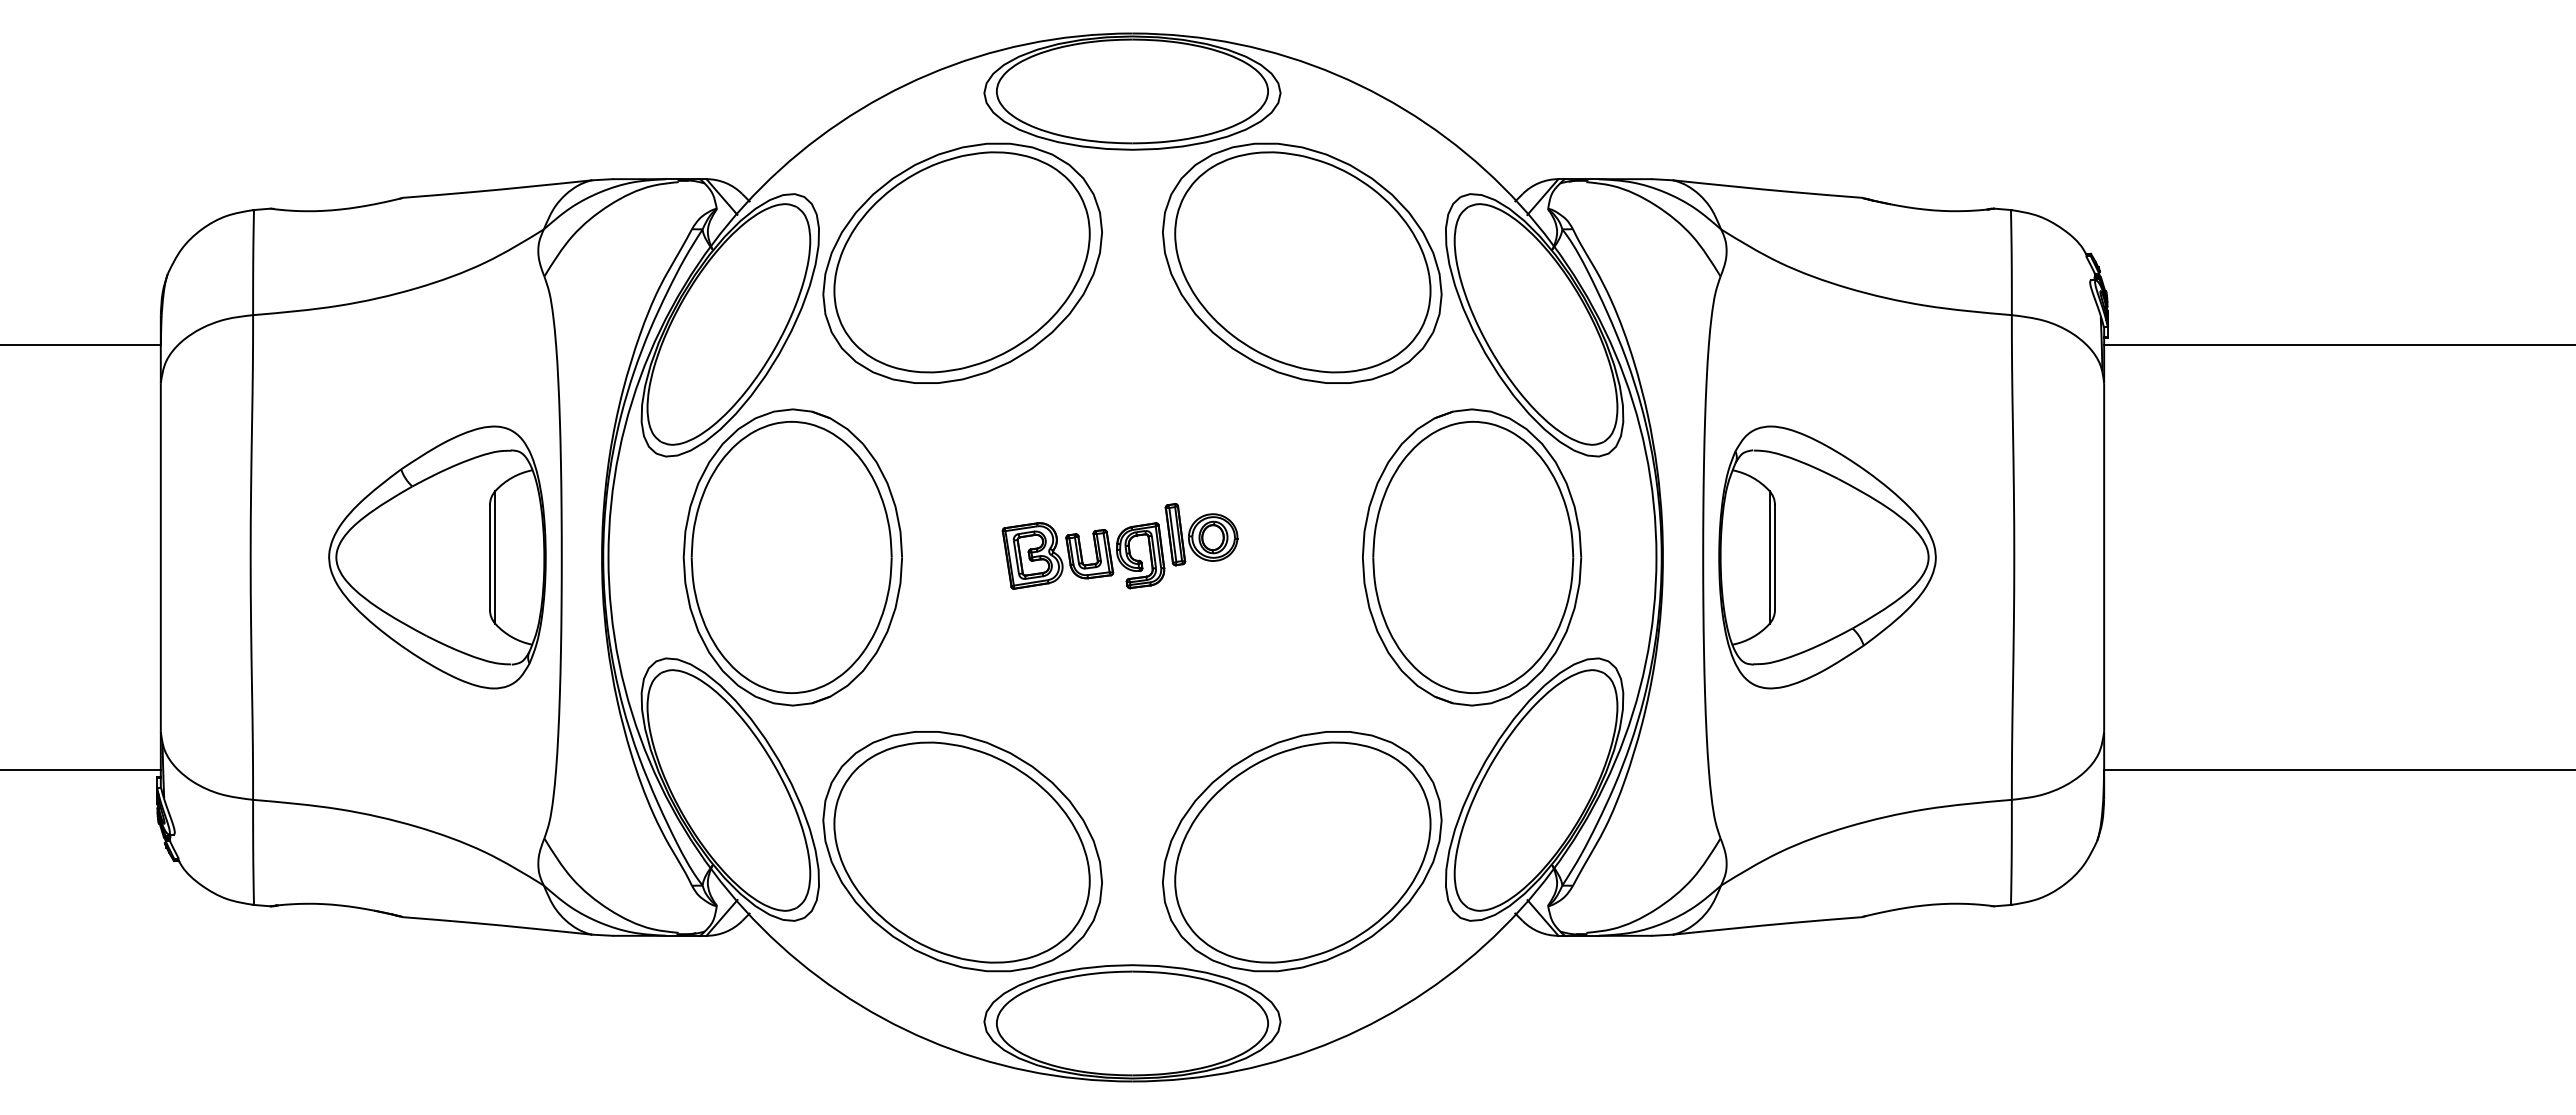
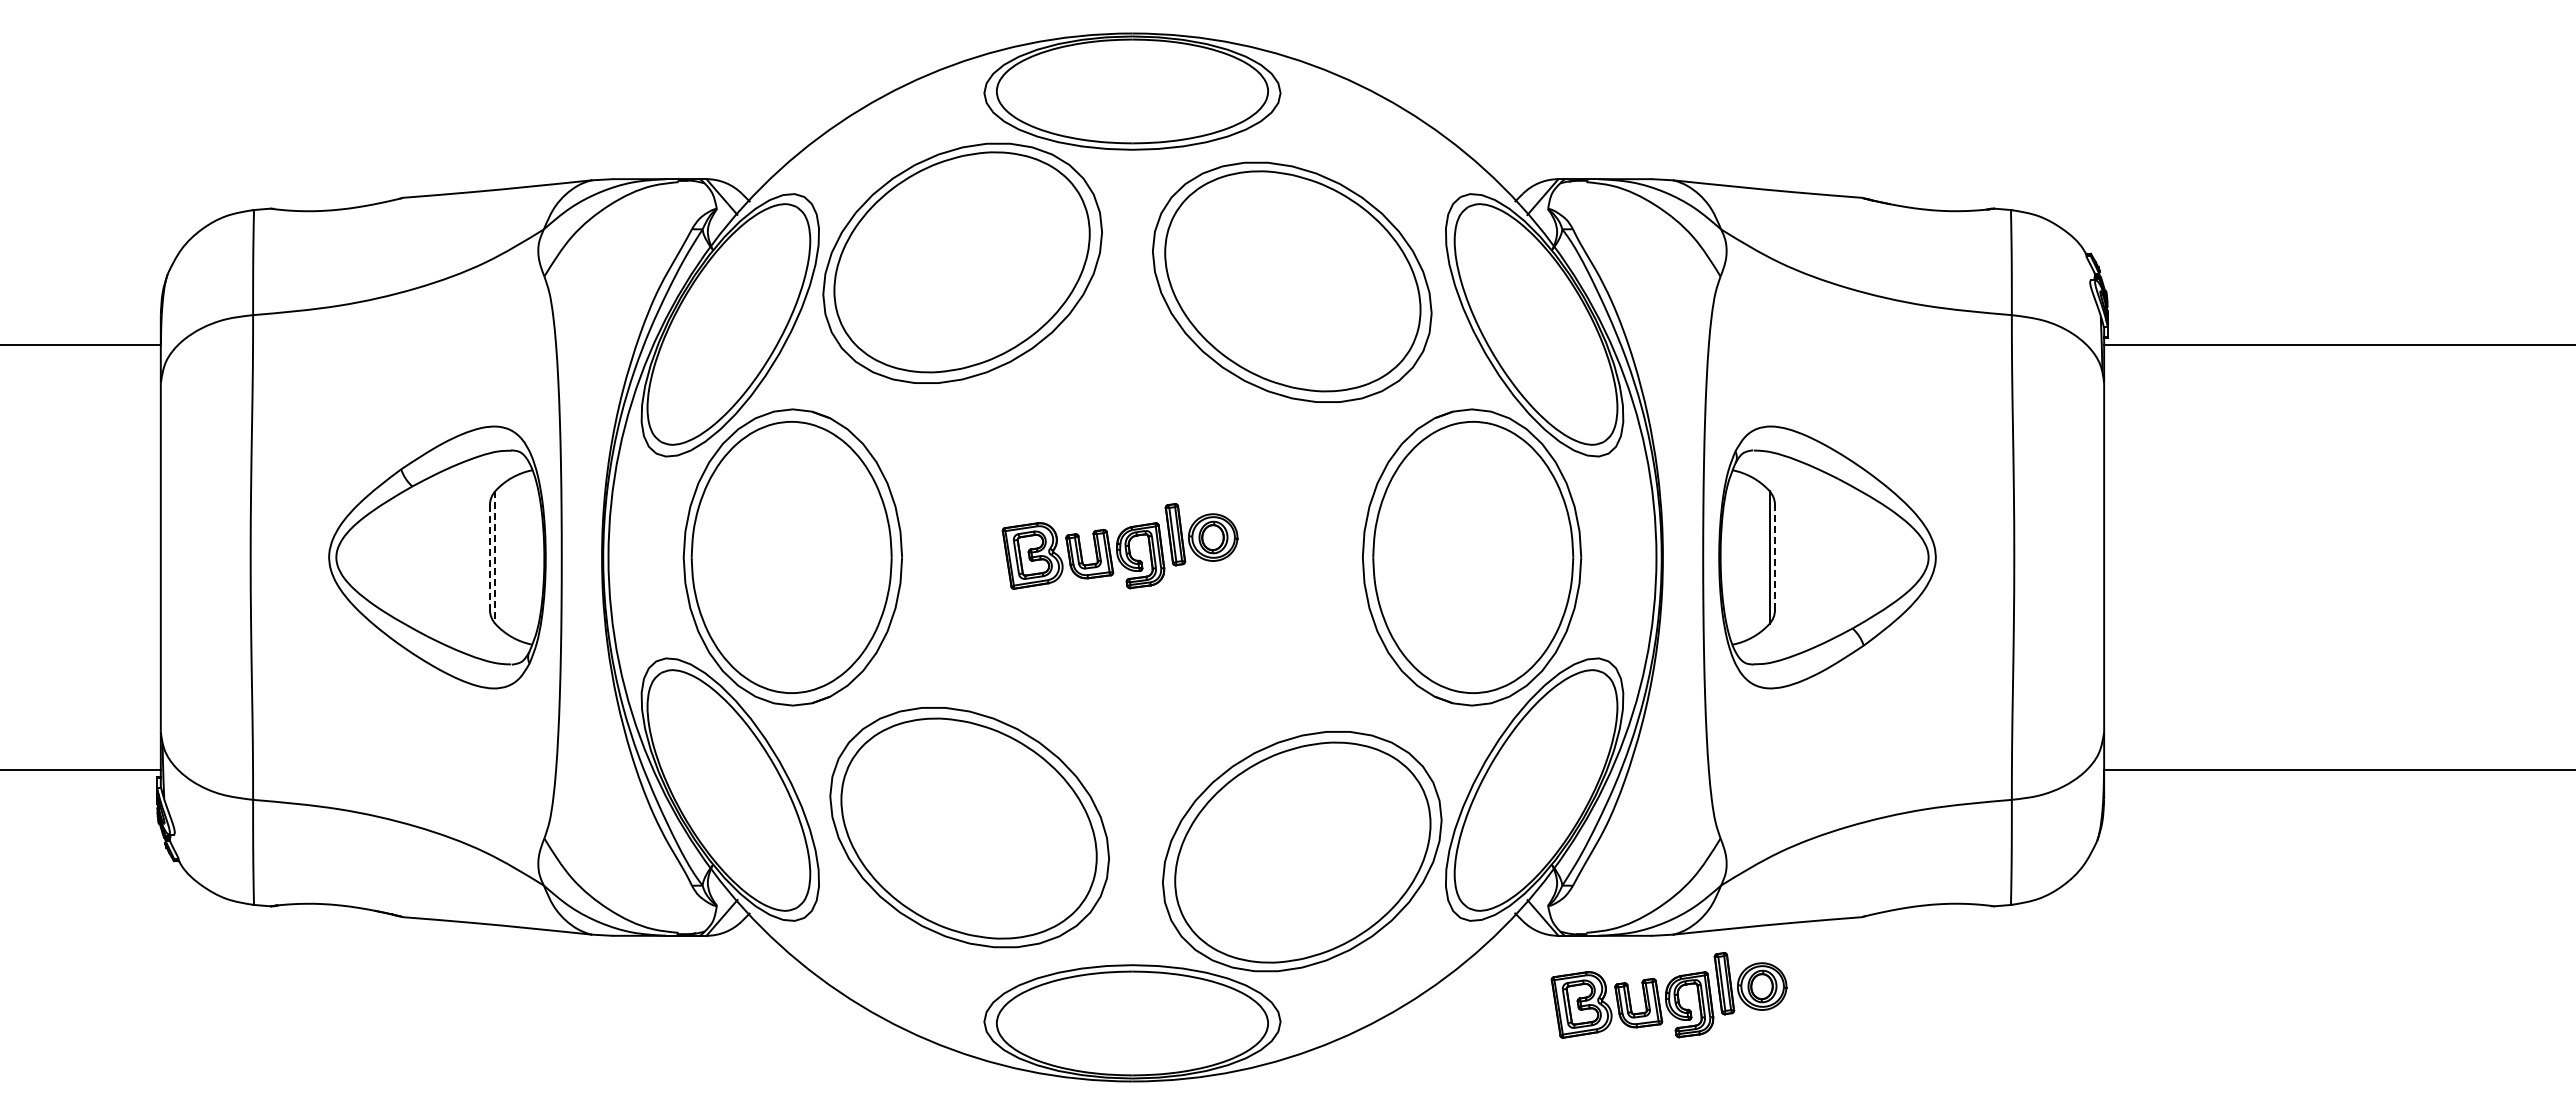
part at (1302, 262) position: (1302, 262) -> (1292, 281)
line at (489, 557): solid -> dashed
line at (495, 557): solid -> dashed
line at (1775, 557): solid -> dashed
part at (962, 851) position: (962, 851) -> (969, 827)
part at (1668, 995): none -> present
